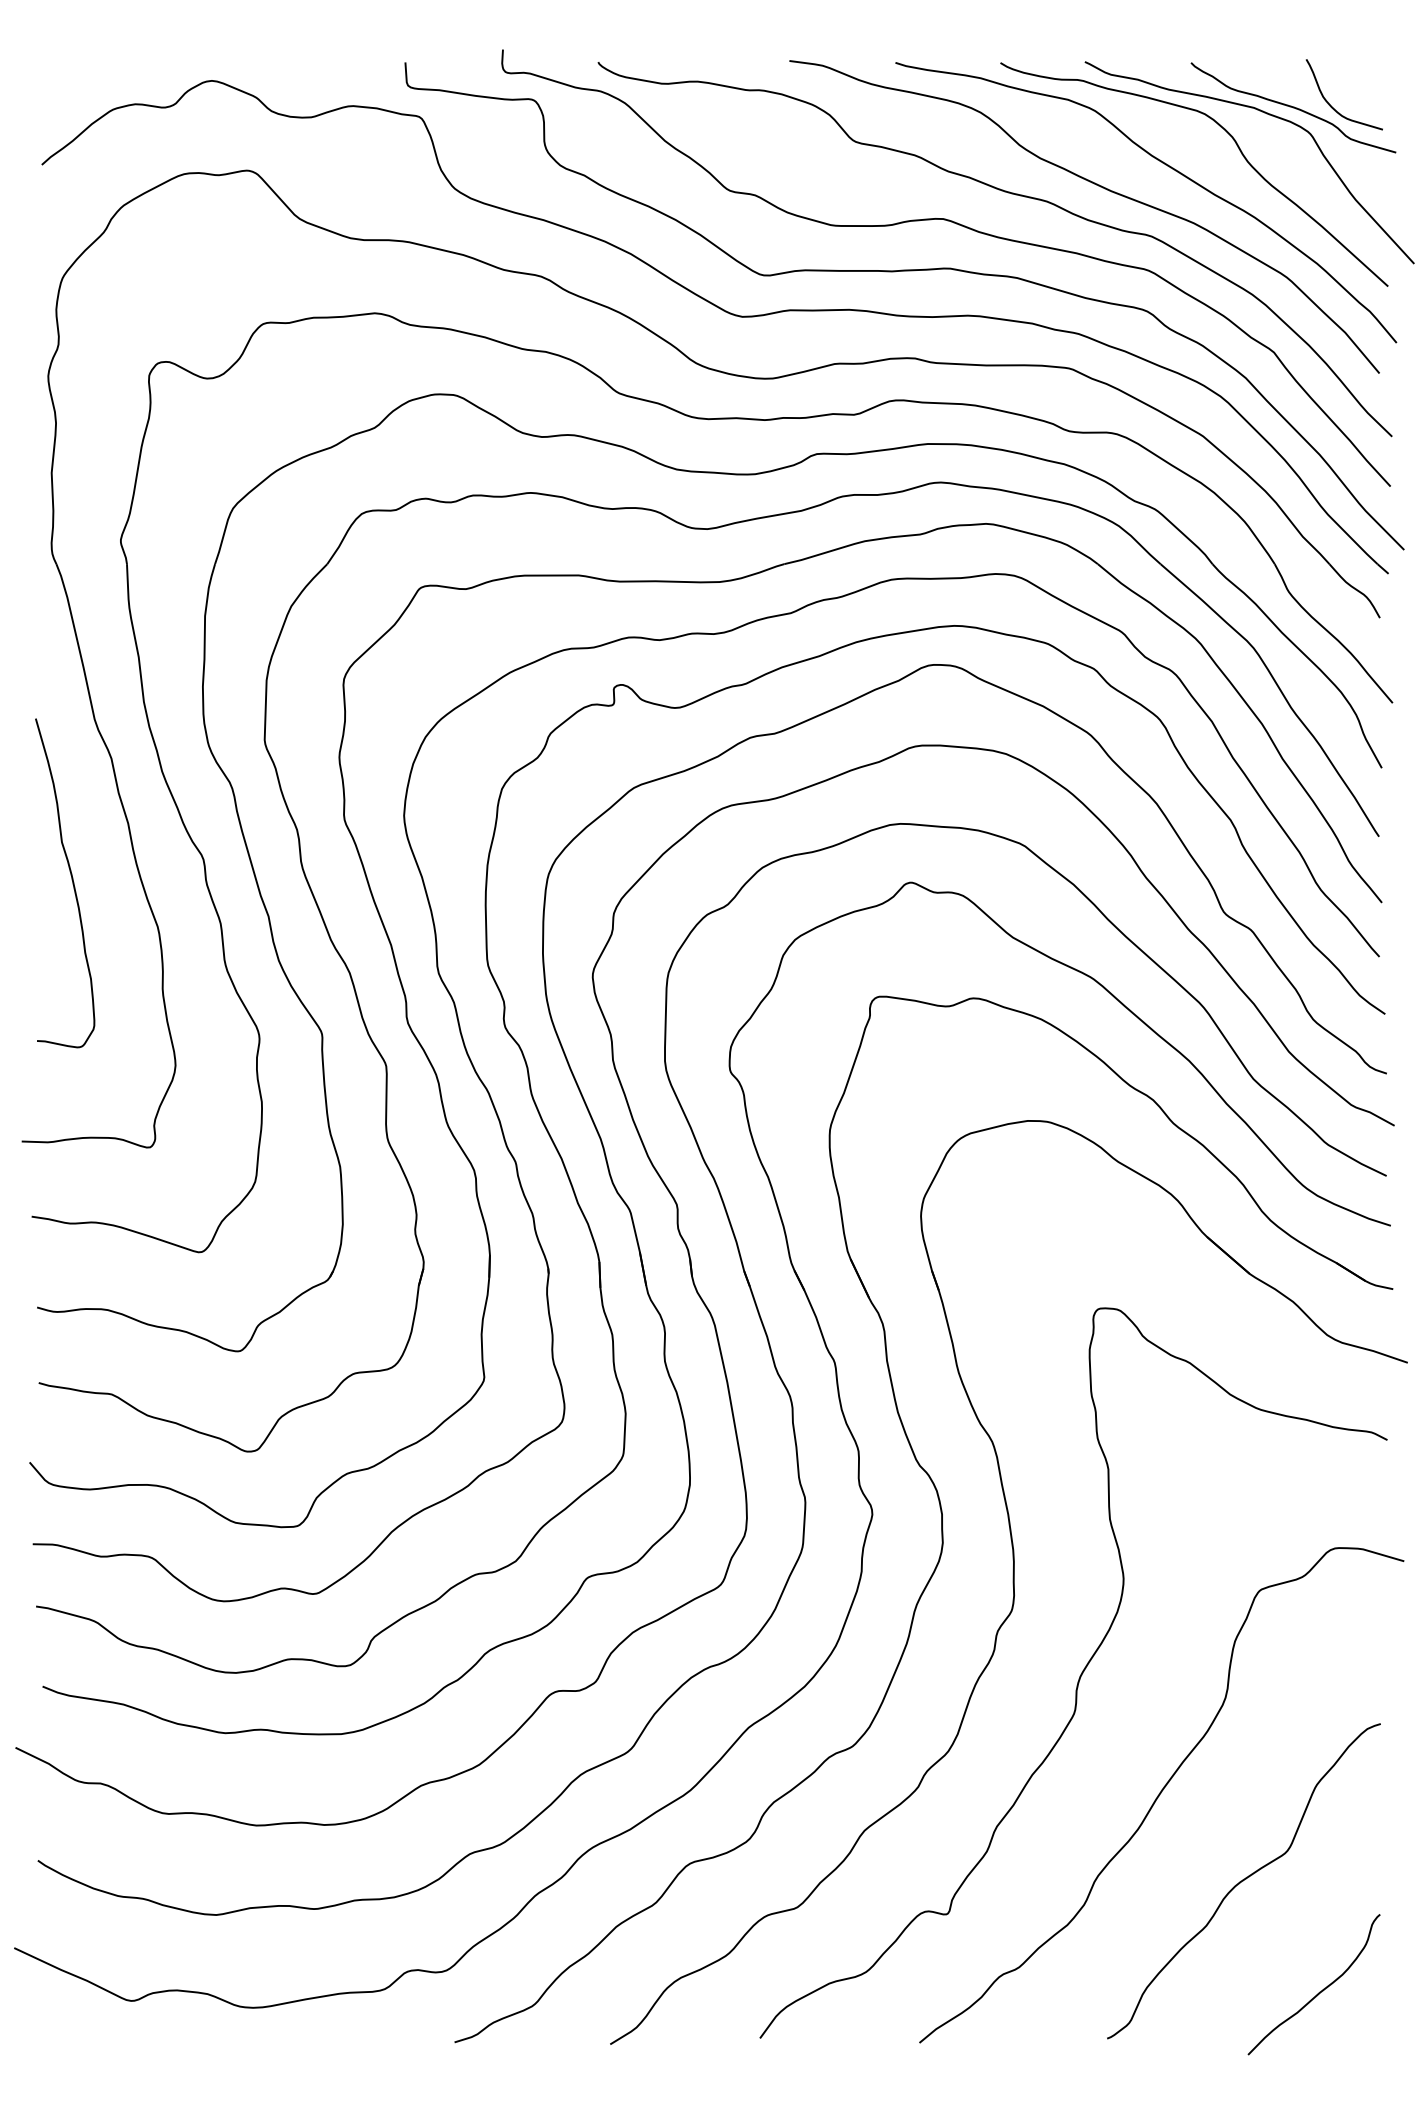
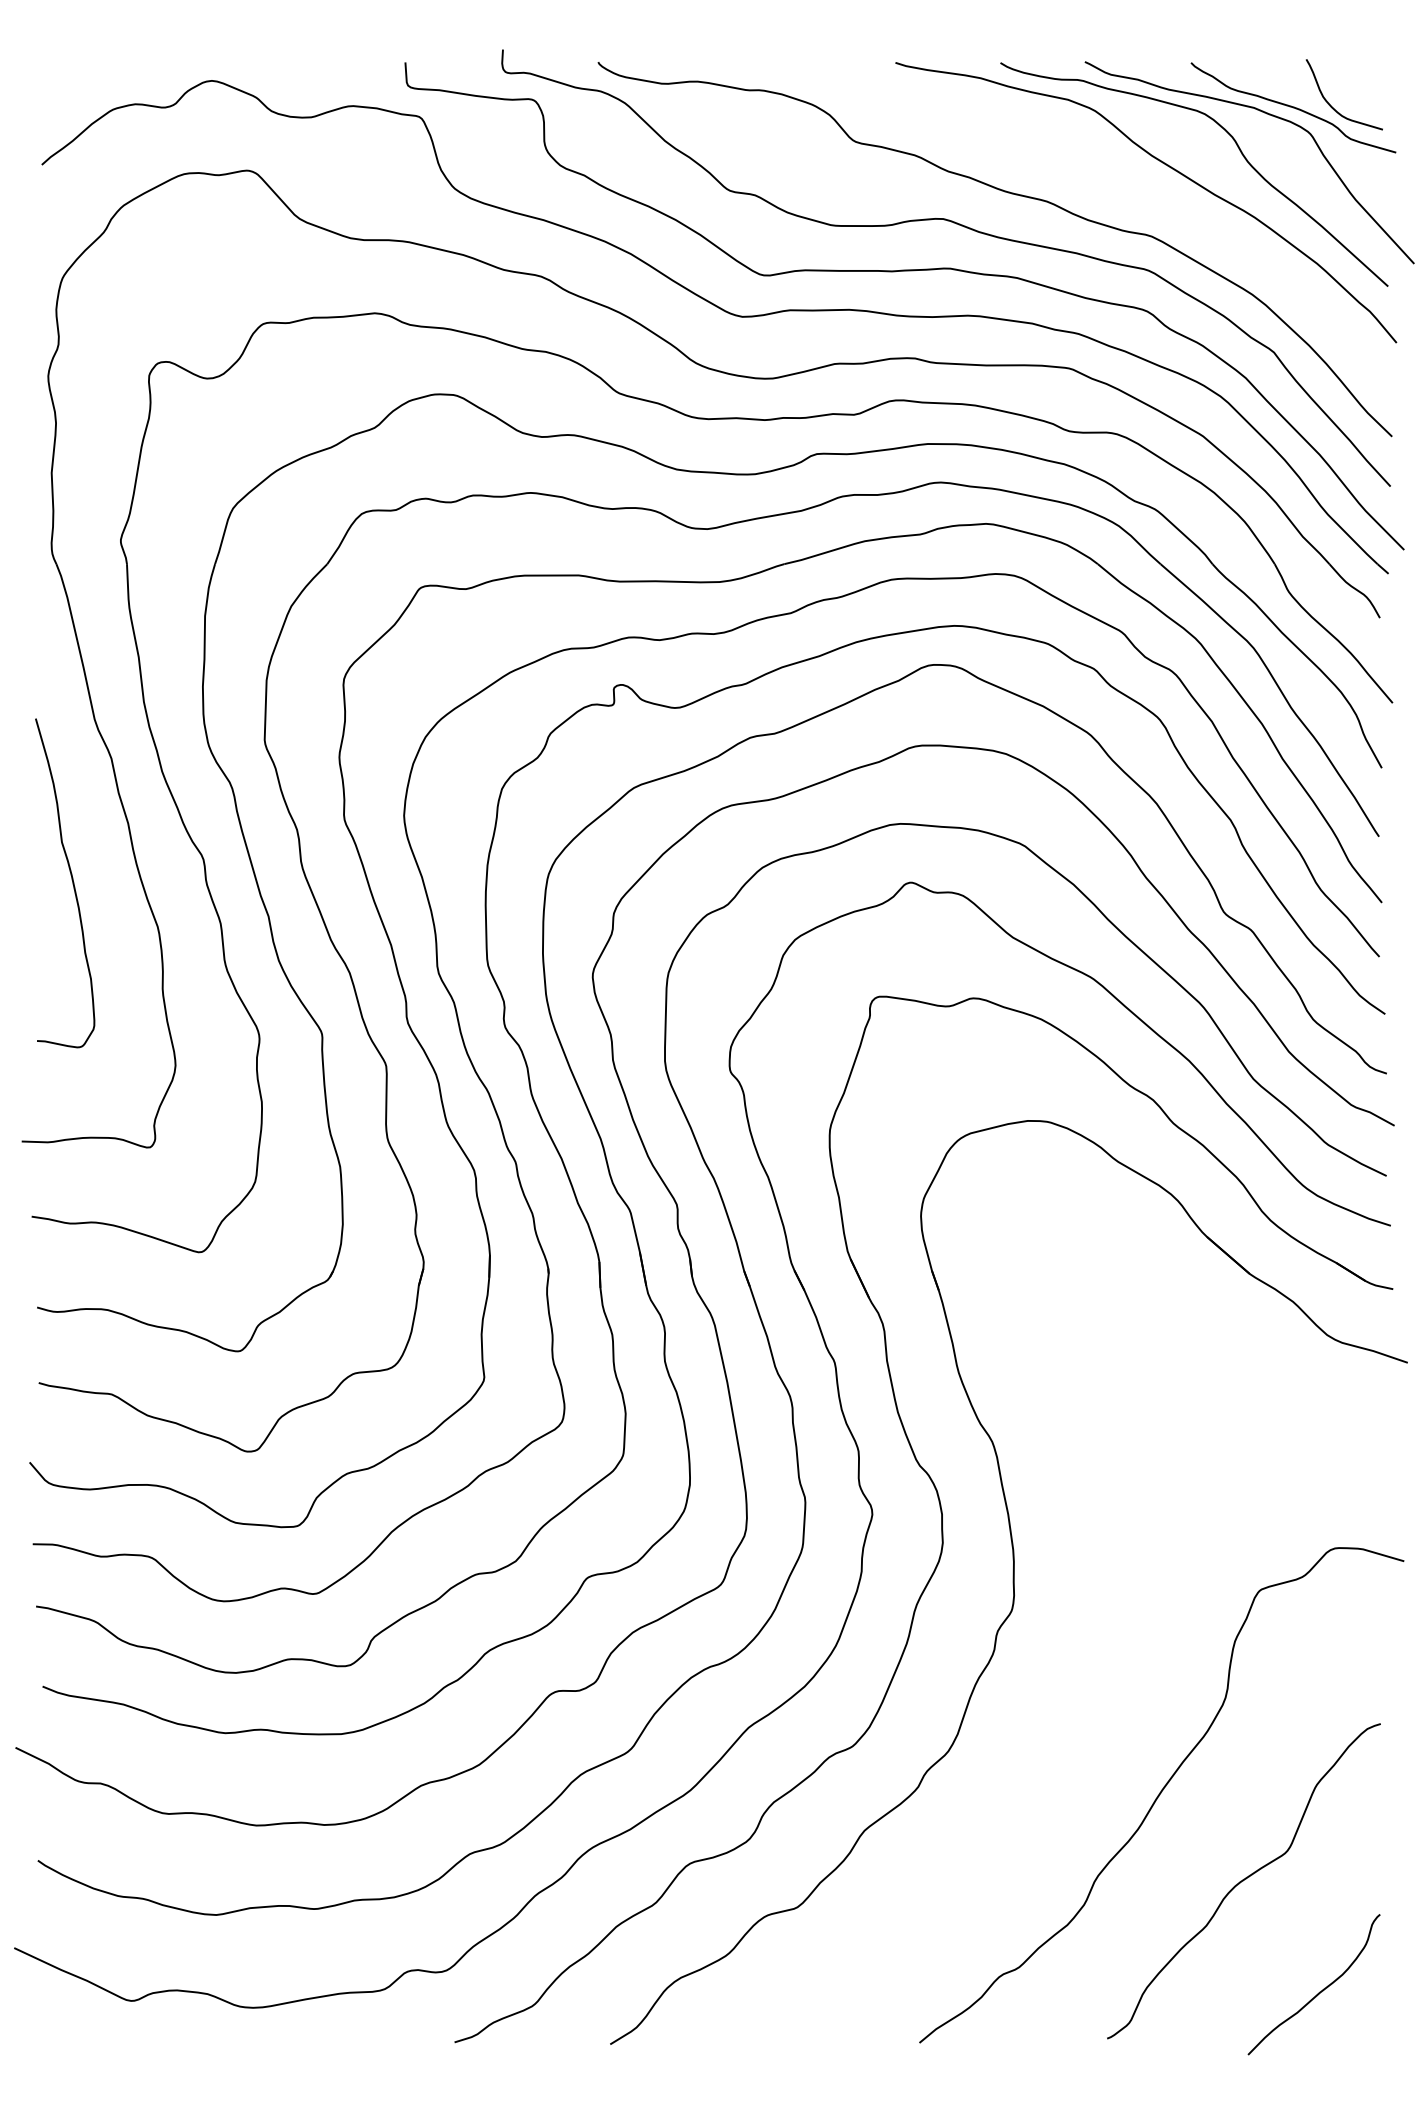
curve at (1098, 186): present -> none
curve at (1079, 1676): present -> none
